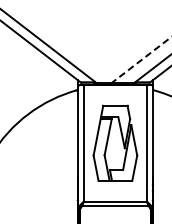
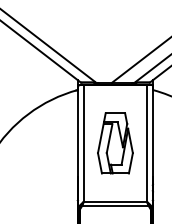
line at (141, 59): dashed -> solid
part at (115, 142) size: 47x78 px -> 37x63 px
